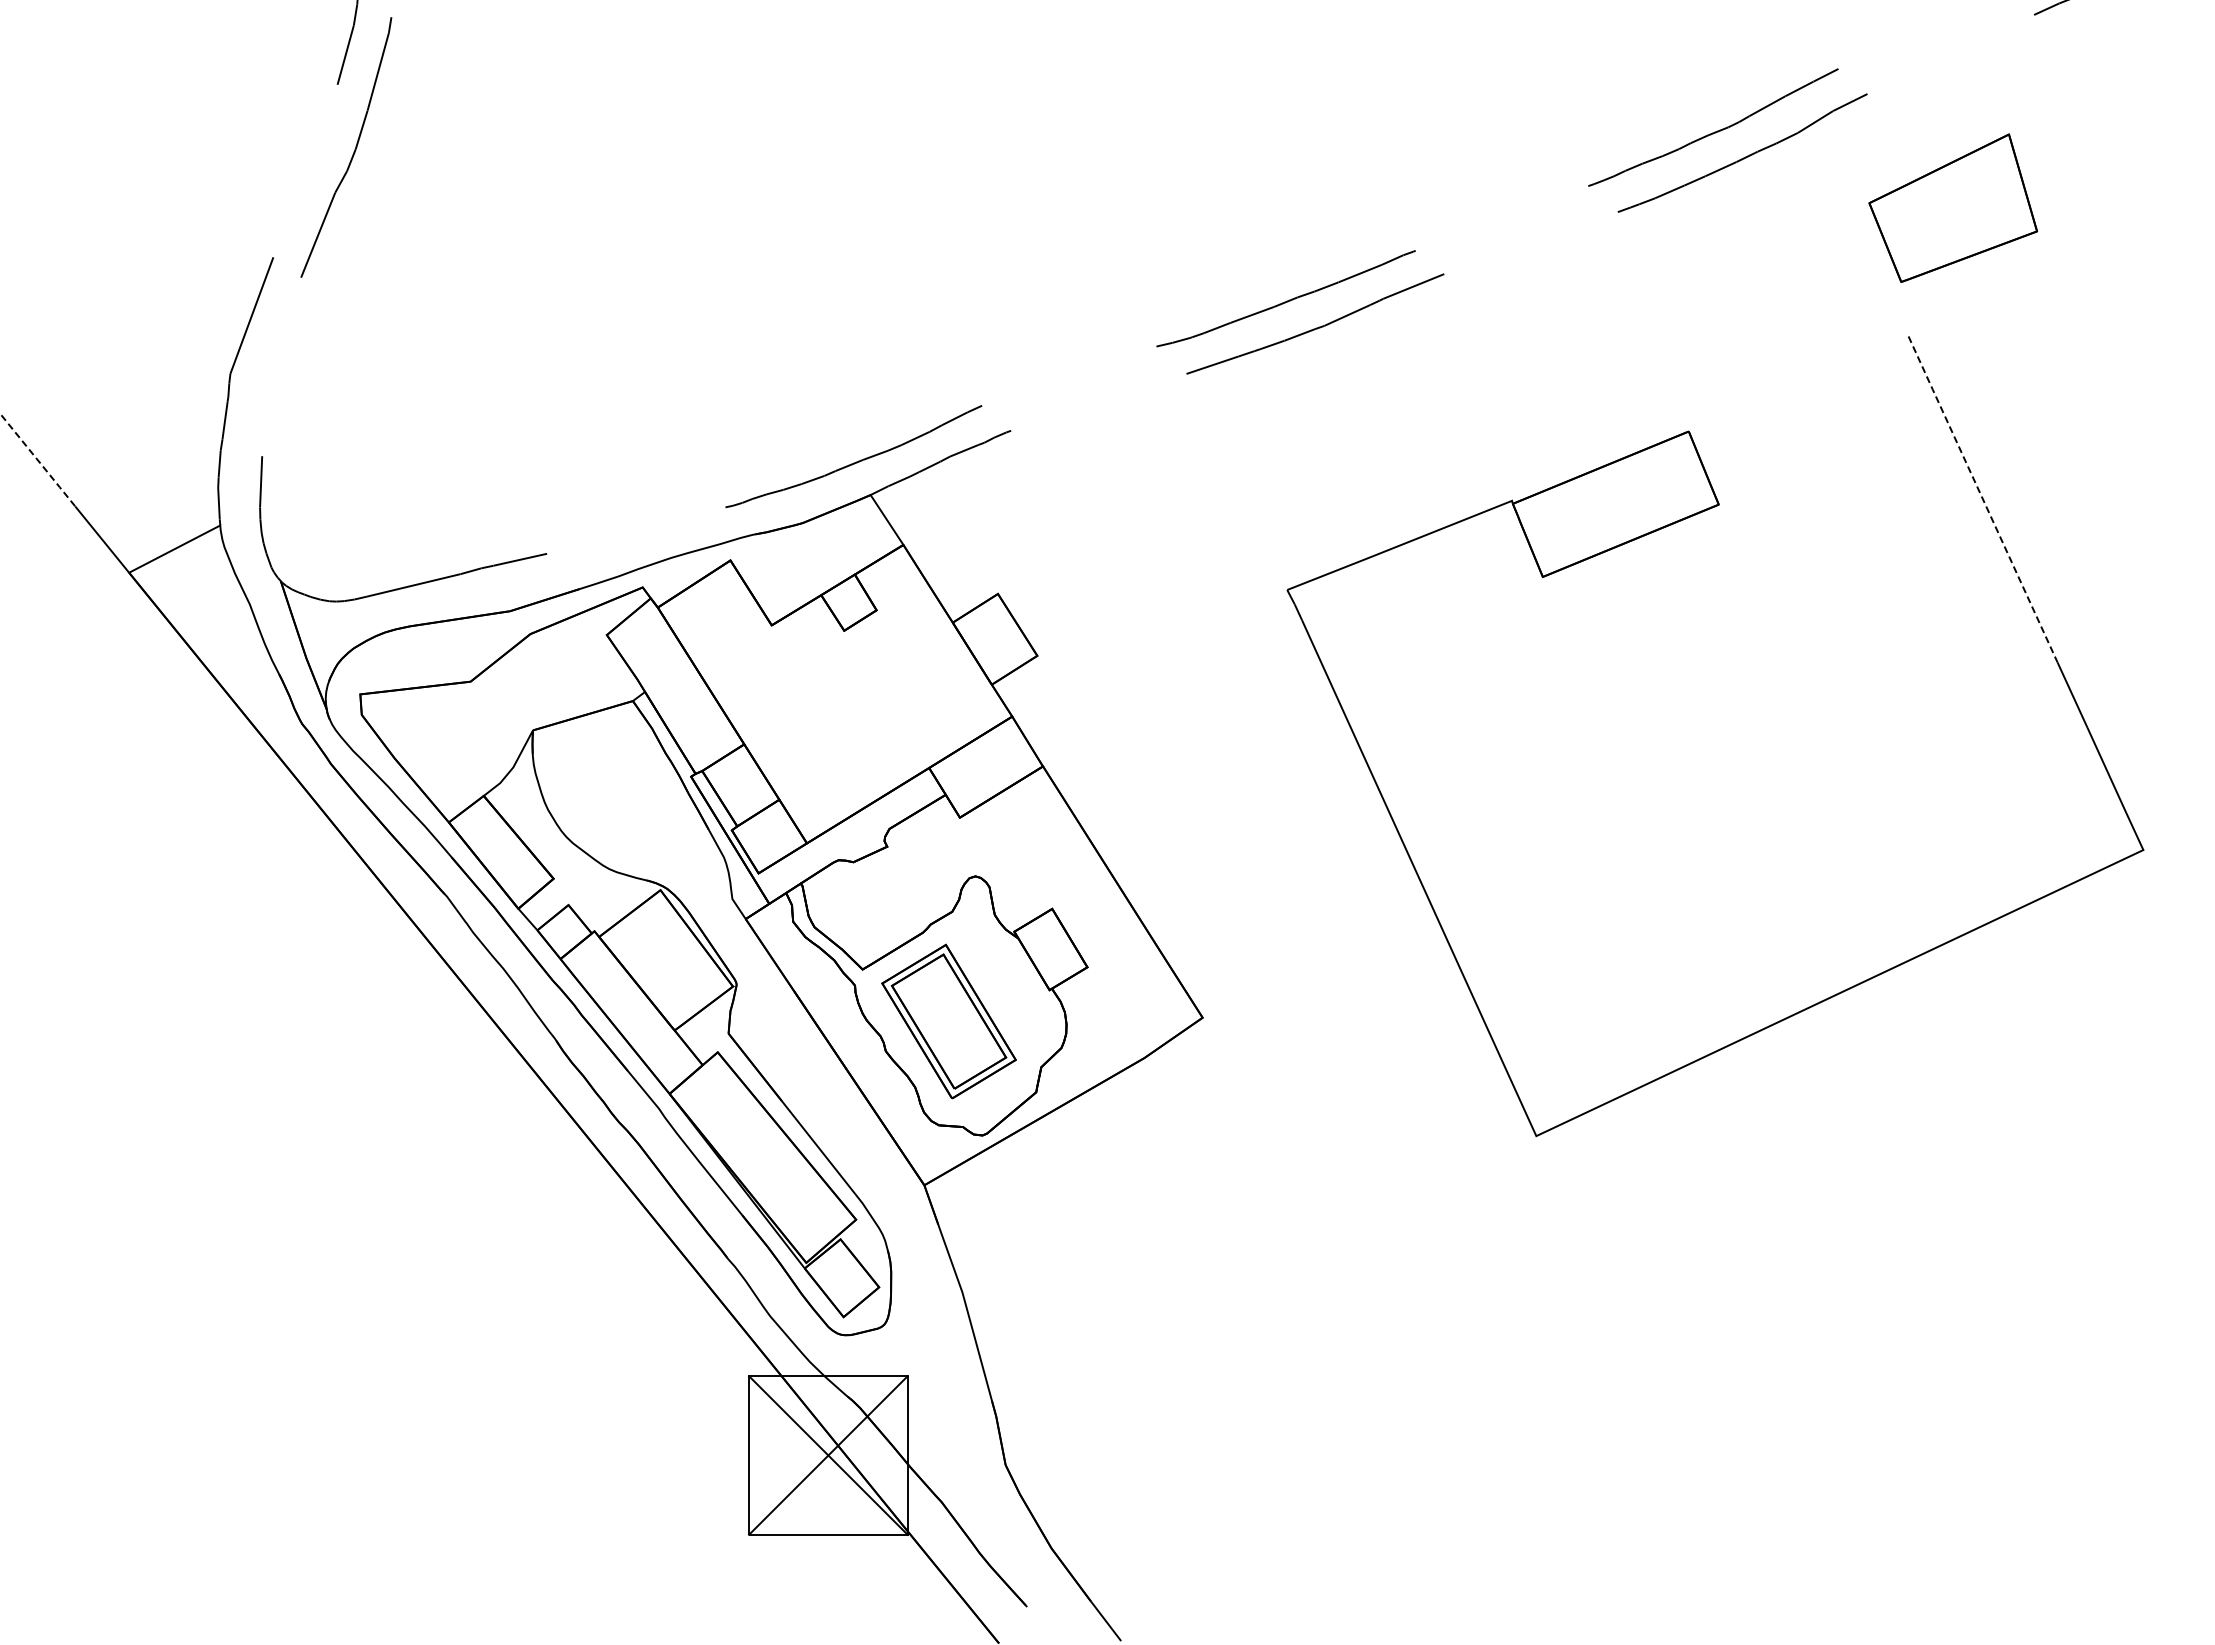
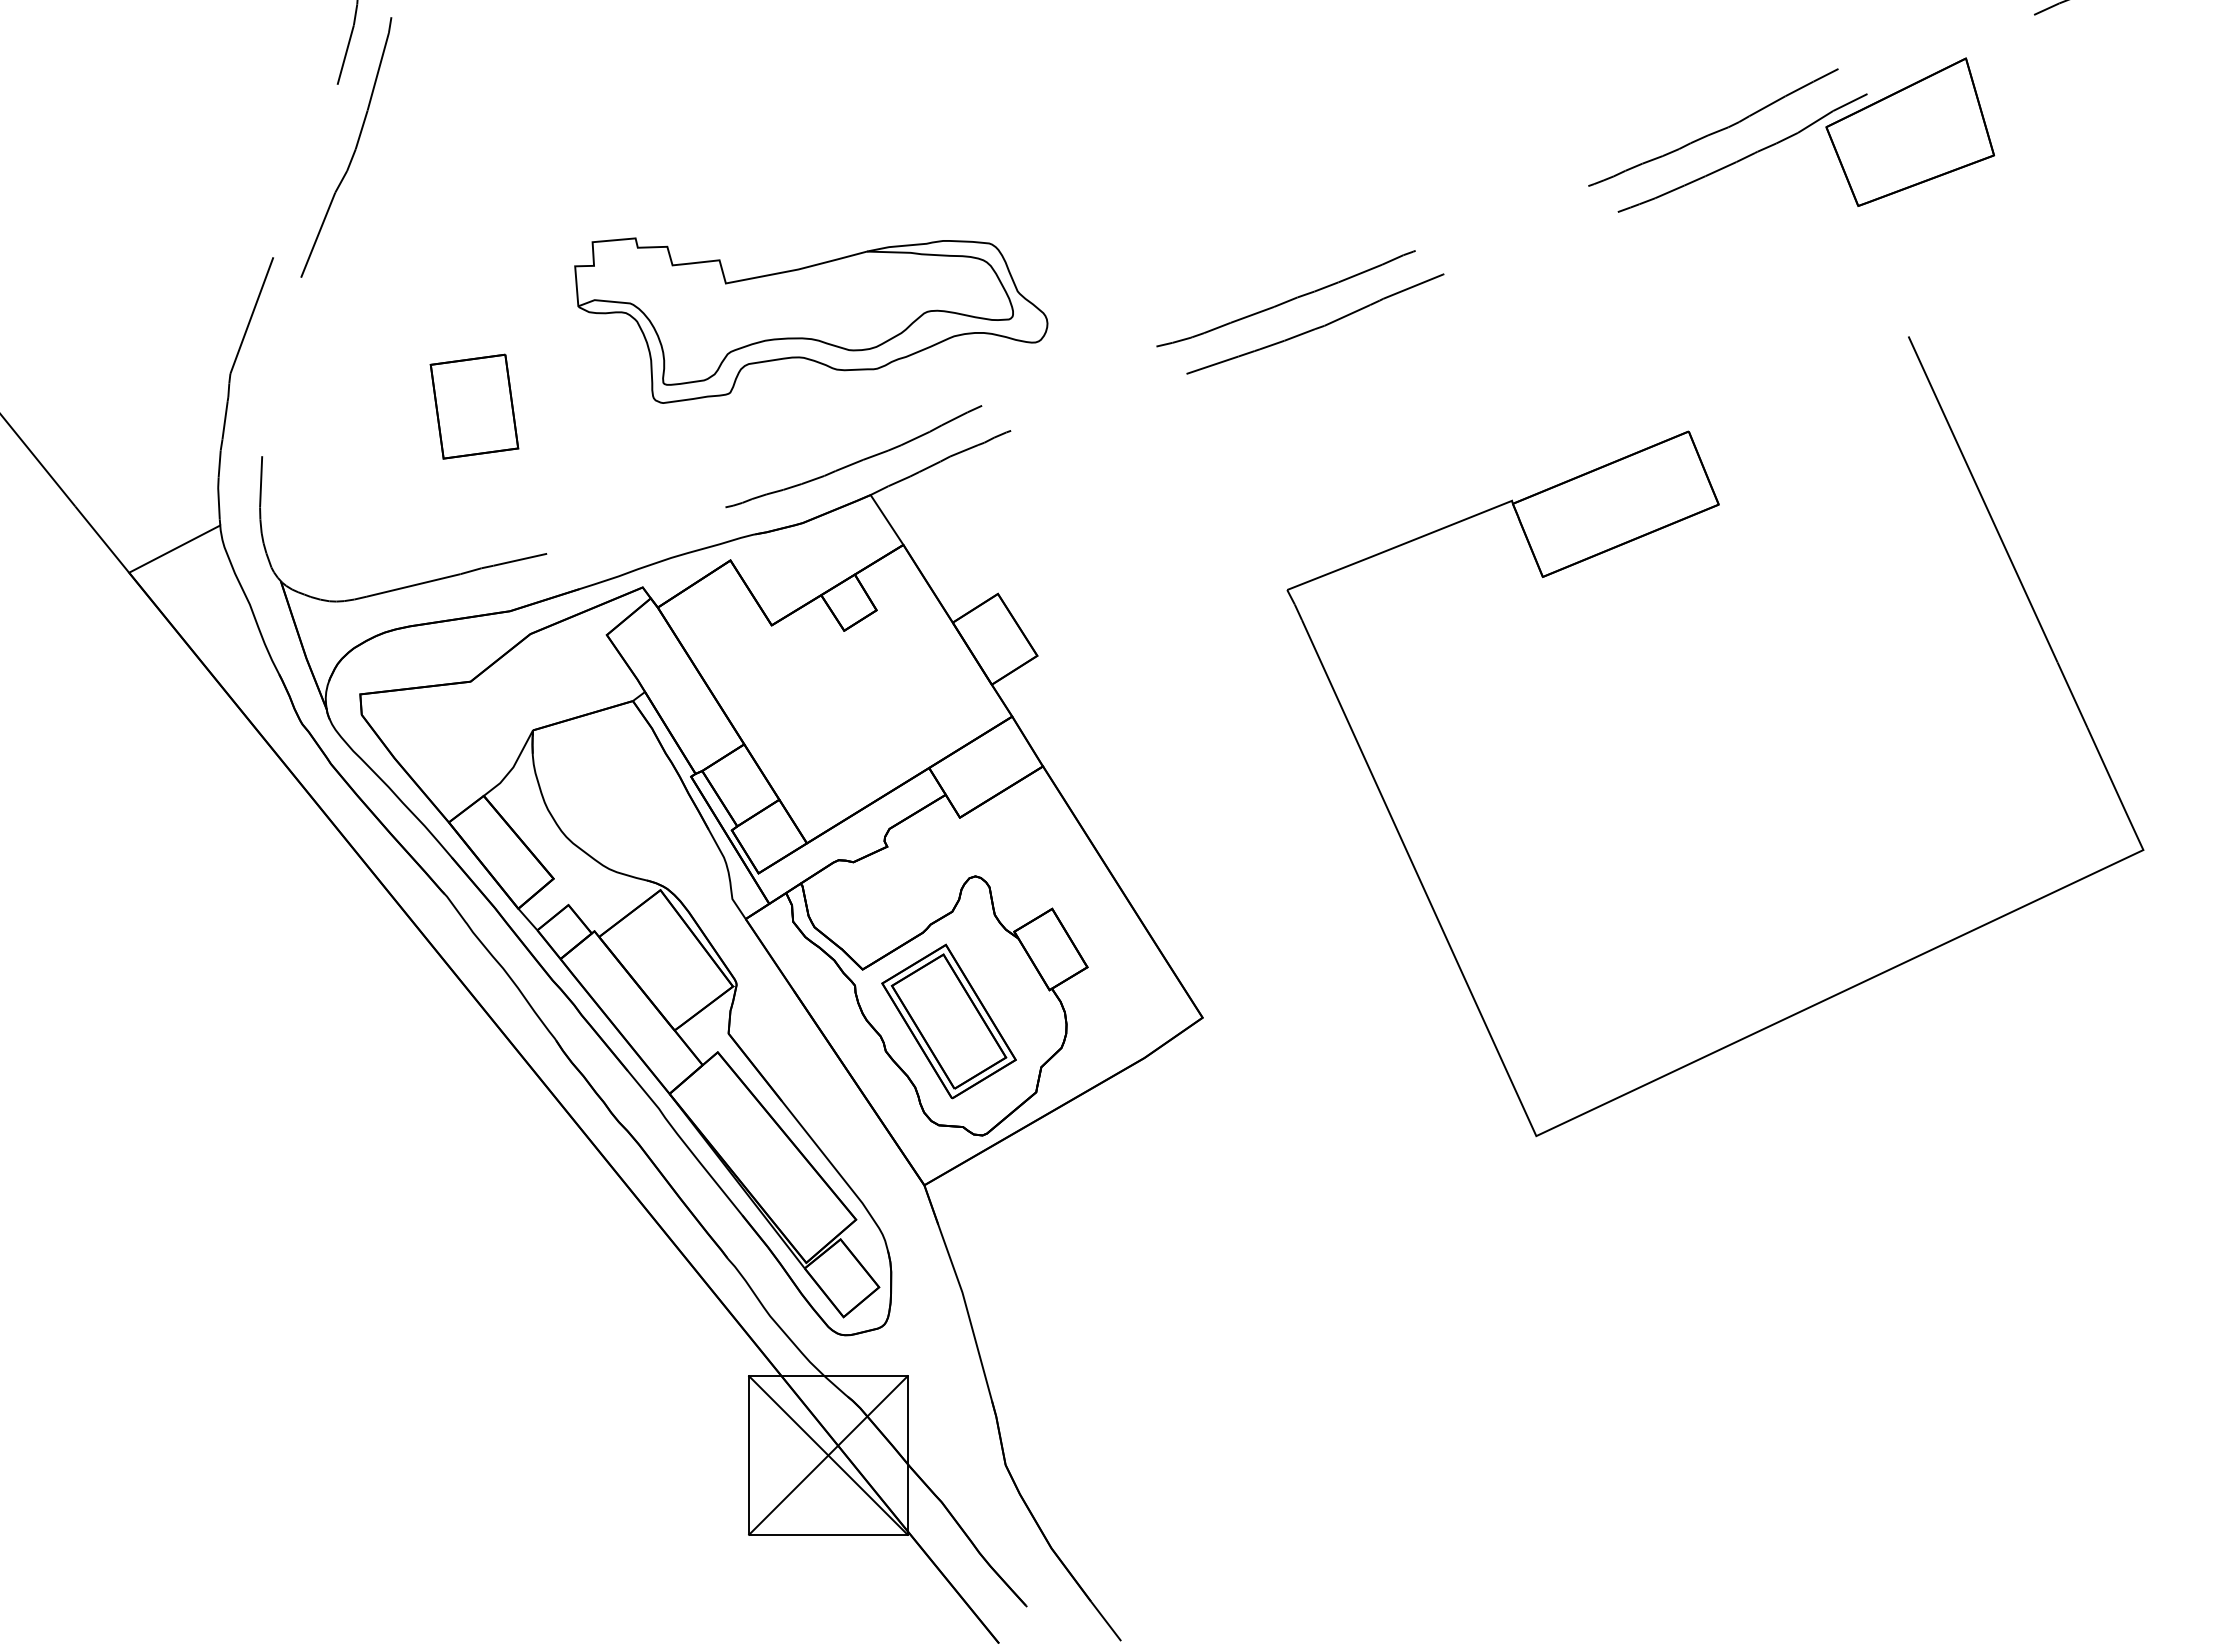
part at (1953, 207) position: (1953, 207) -> (1910, 131)
part at (811, 320): none -> present
part at (474, 406): none -> present
line at (38, 460): dashed -> solid
line at (1982, 498): dashed -> solid
